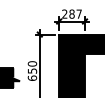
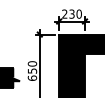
text at (75, 13): 287 -> 230
